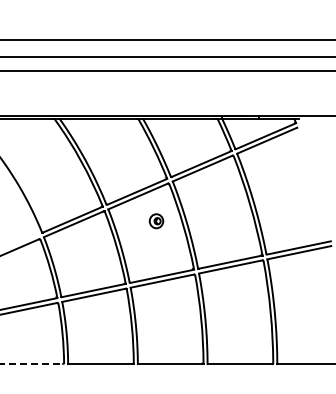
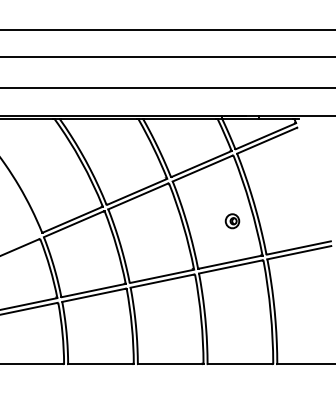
line at (167, 39) position: (167, 39) -> (167, 29)
line at (167, 71) position: (167, 71) -> (167, 88)
part at (156, 221) position: (156, 221) -> (232, 221)
line at (32, 364): dashed -> solid
